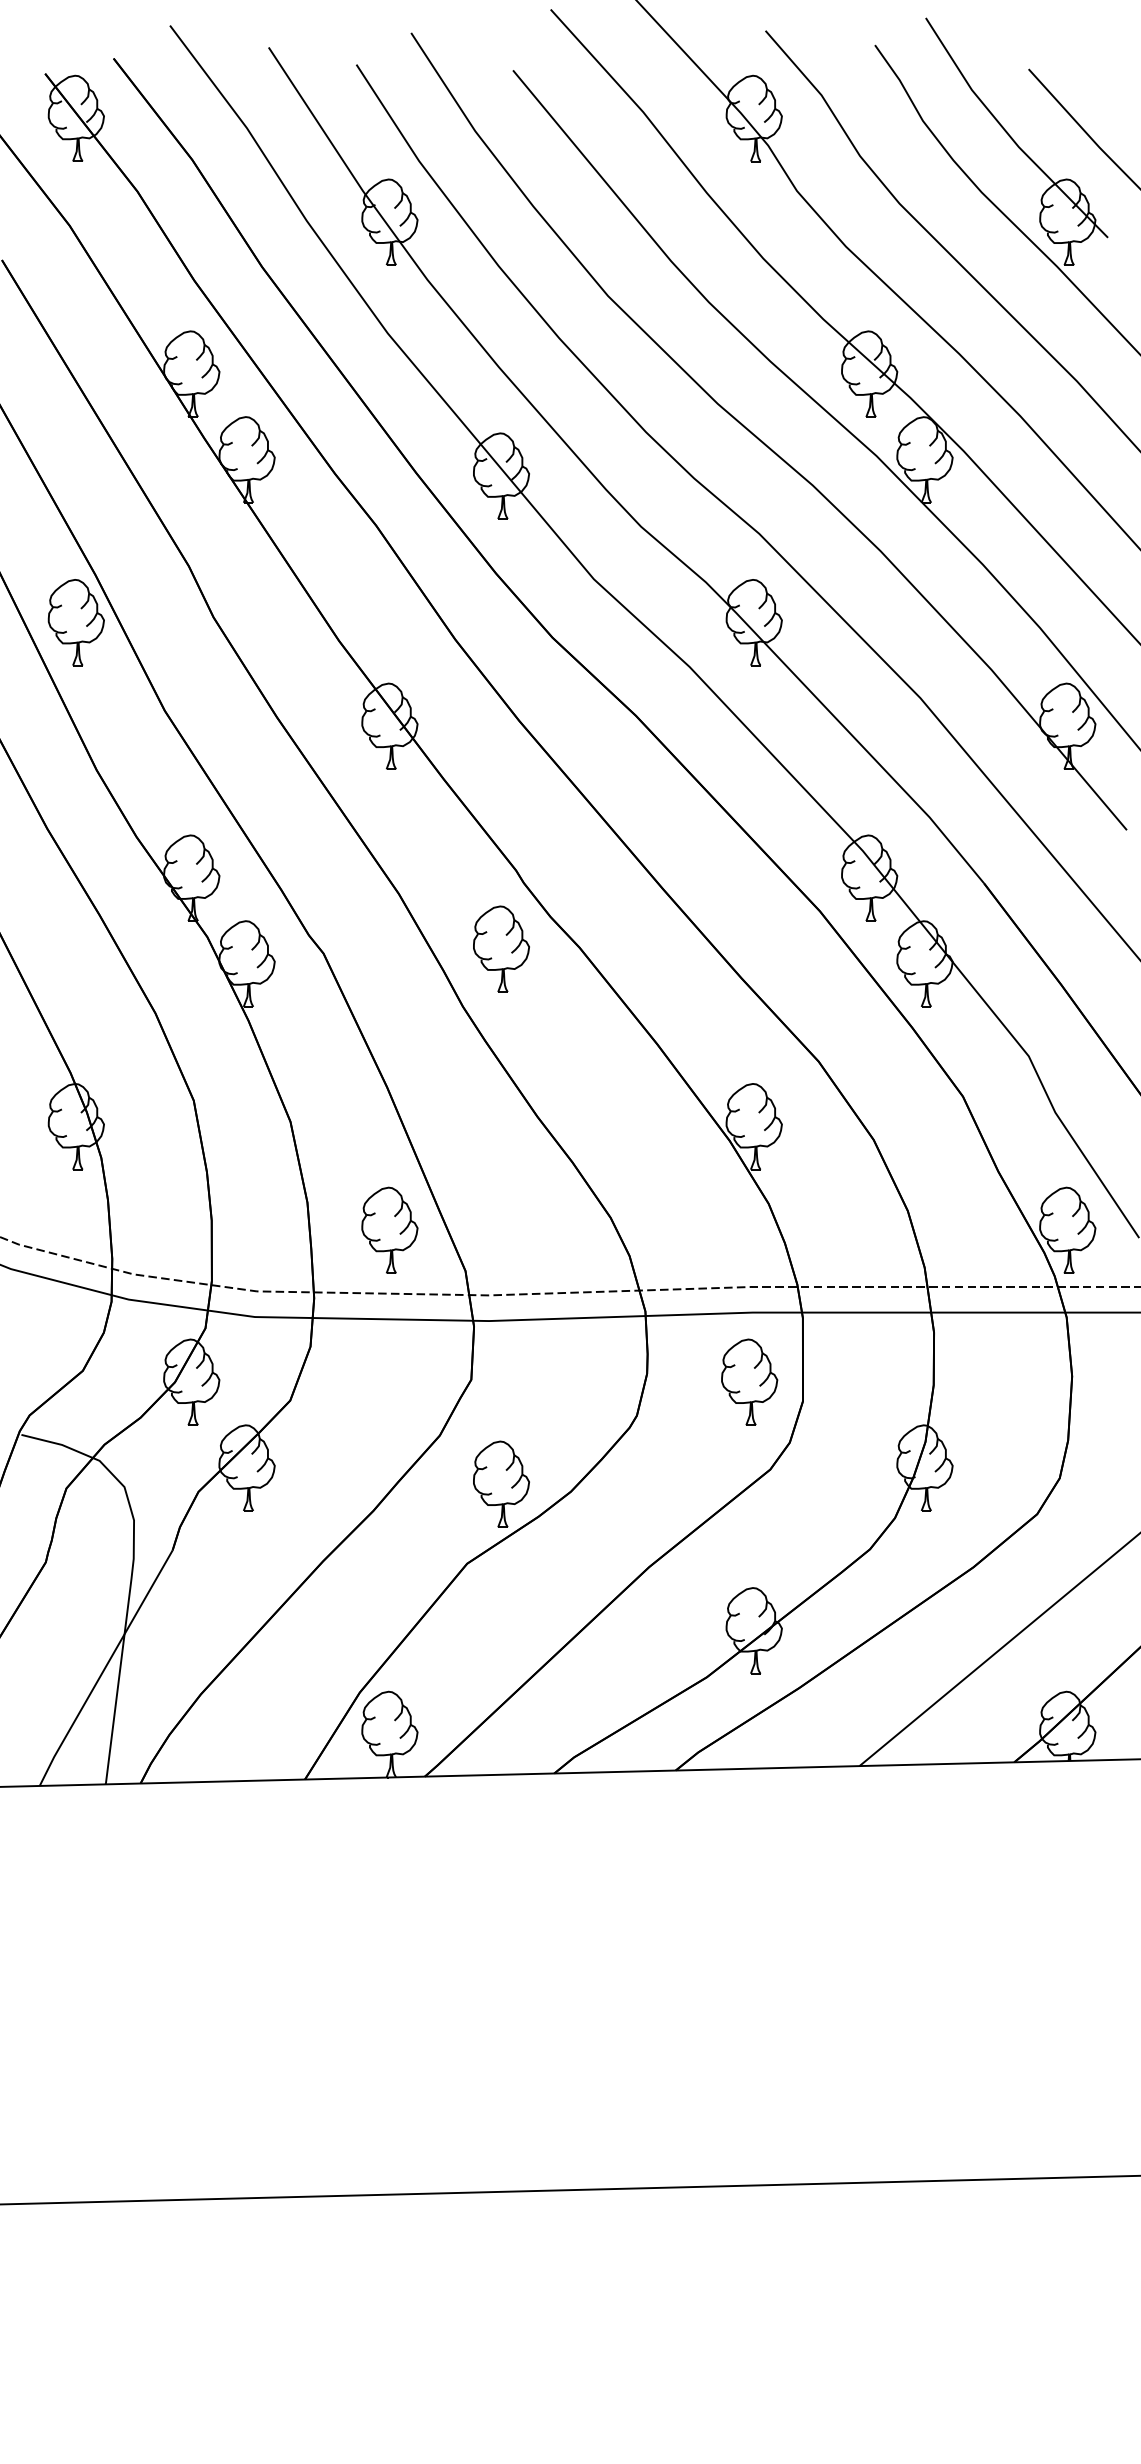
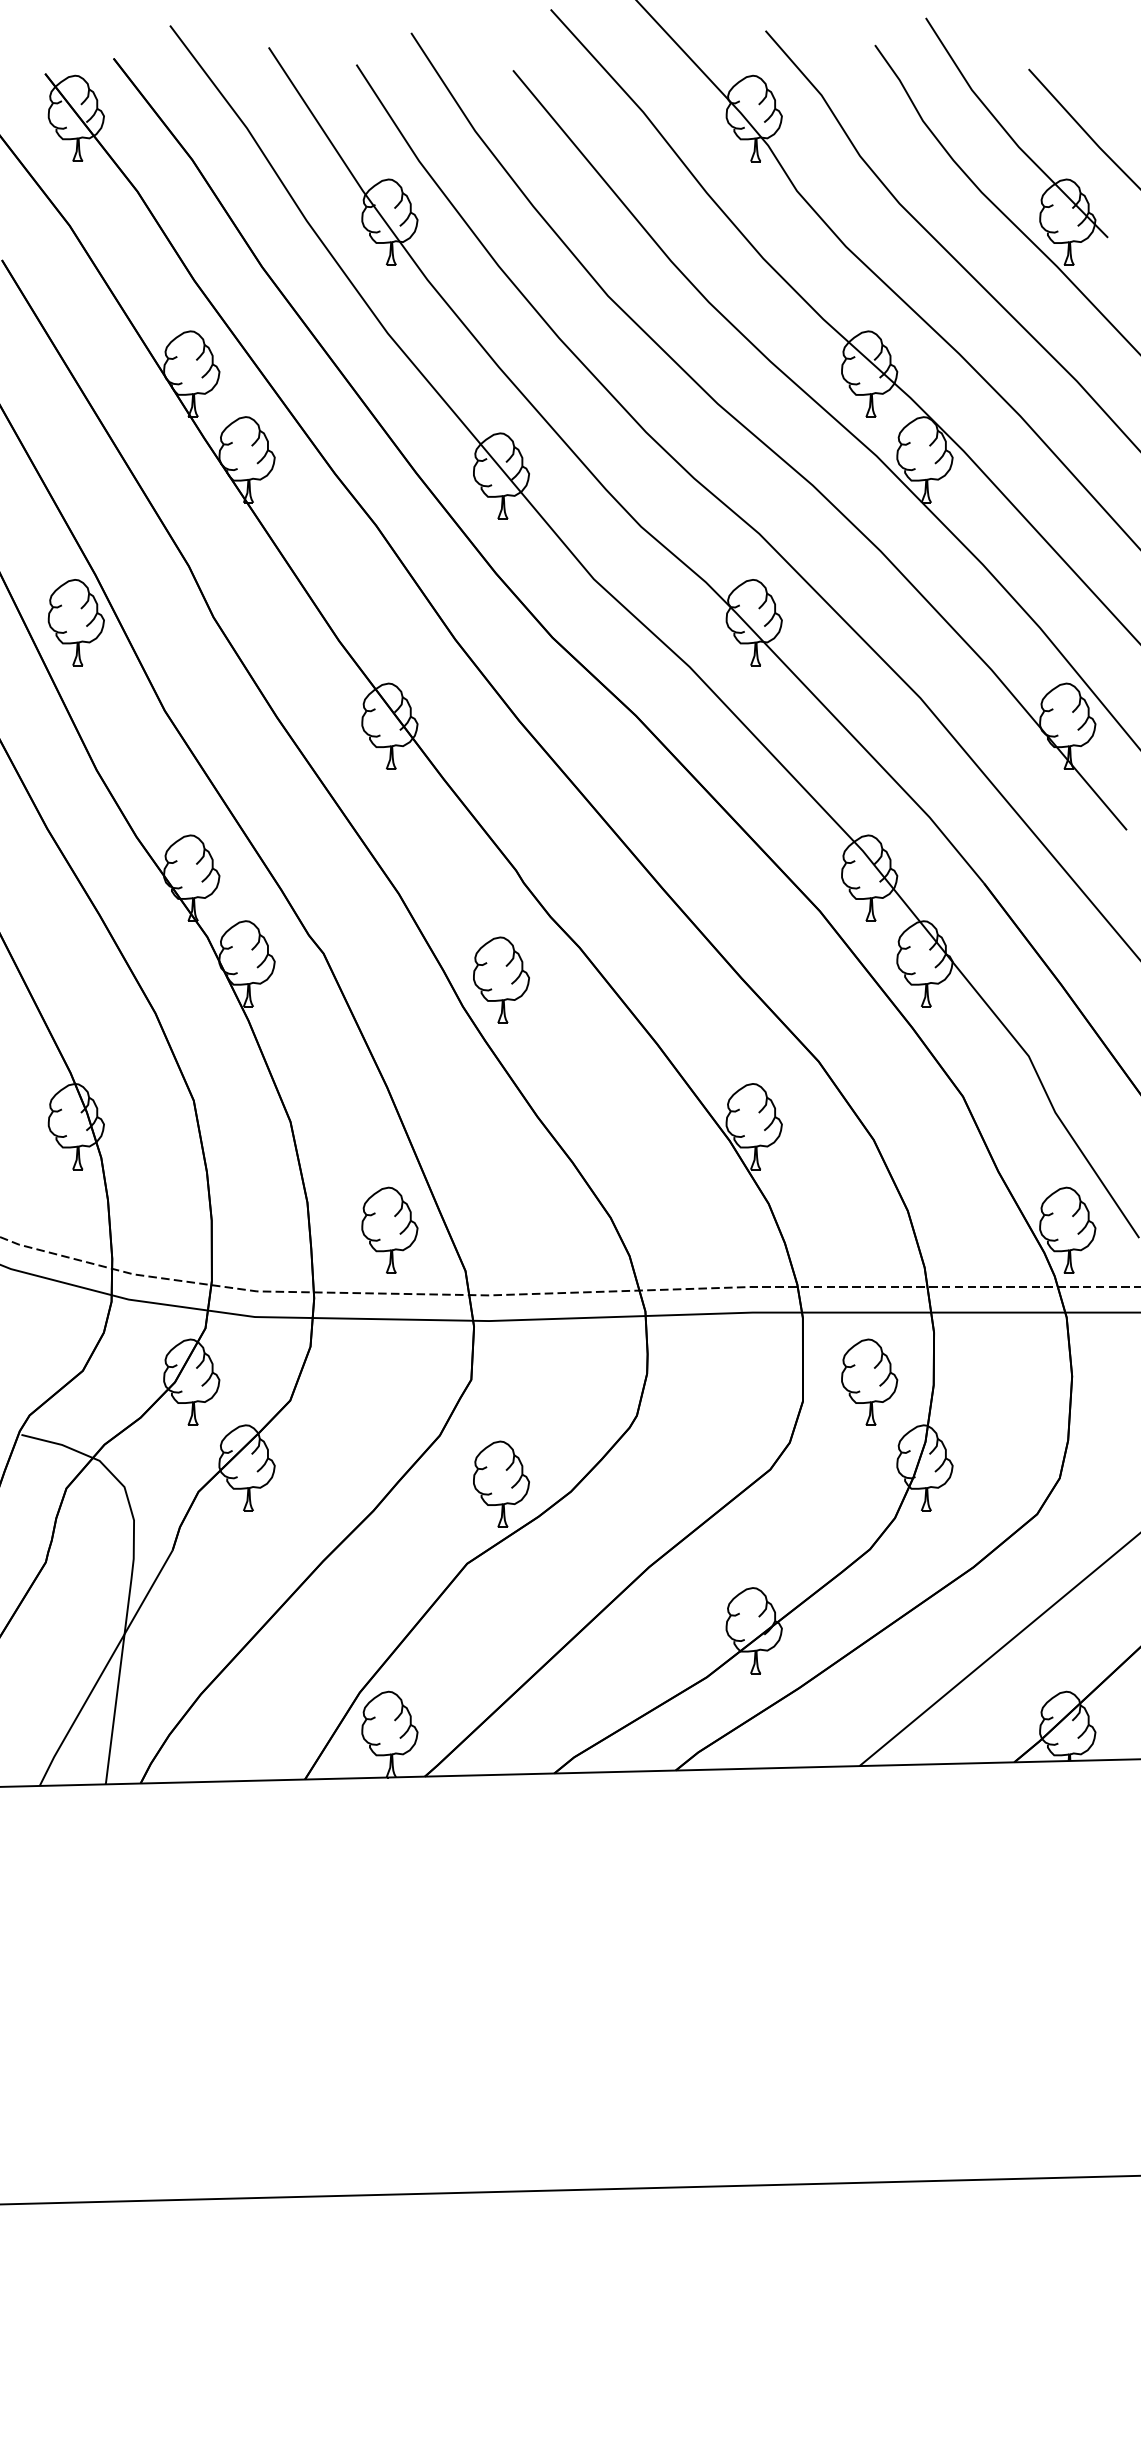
part at (501, 948) position: (501, 948) -> (501, 979)
part at (749, 1381) position: (749, 1381) -> (869, 1381)
